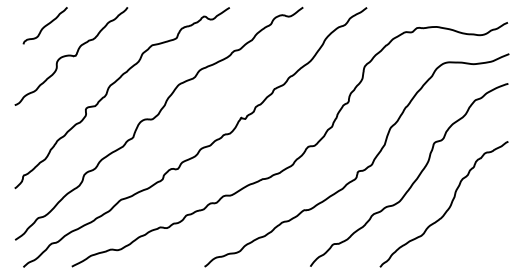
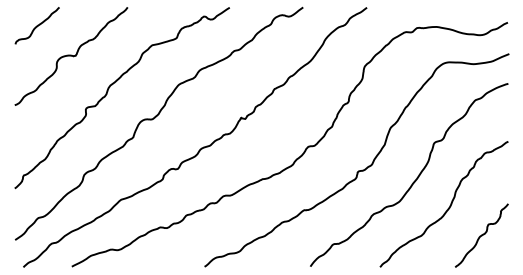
curve at (44, 25) position: (44, 25) -> (36, 25)
curve at (481, 235): none -> present
